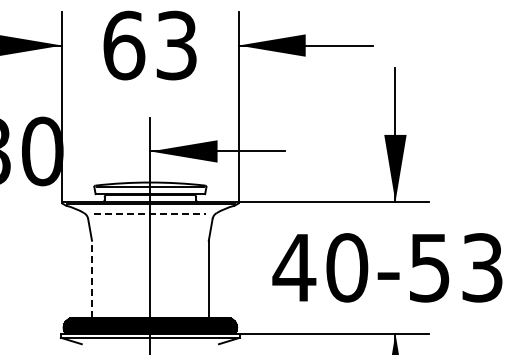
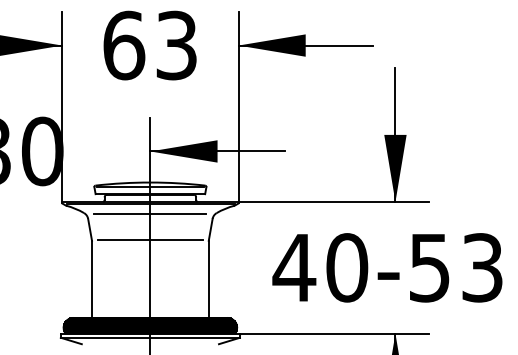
line at (149, 214): dashed -> solid
line at (149, 240): none -> present
line at (92, 279): dashed -> solid
